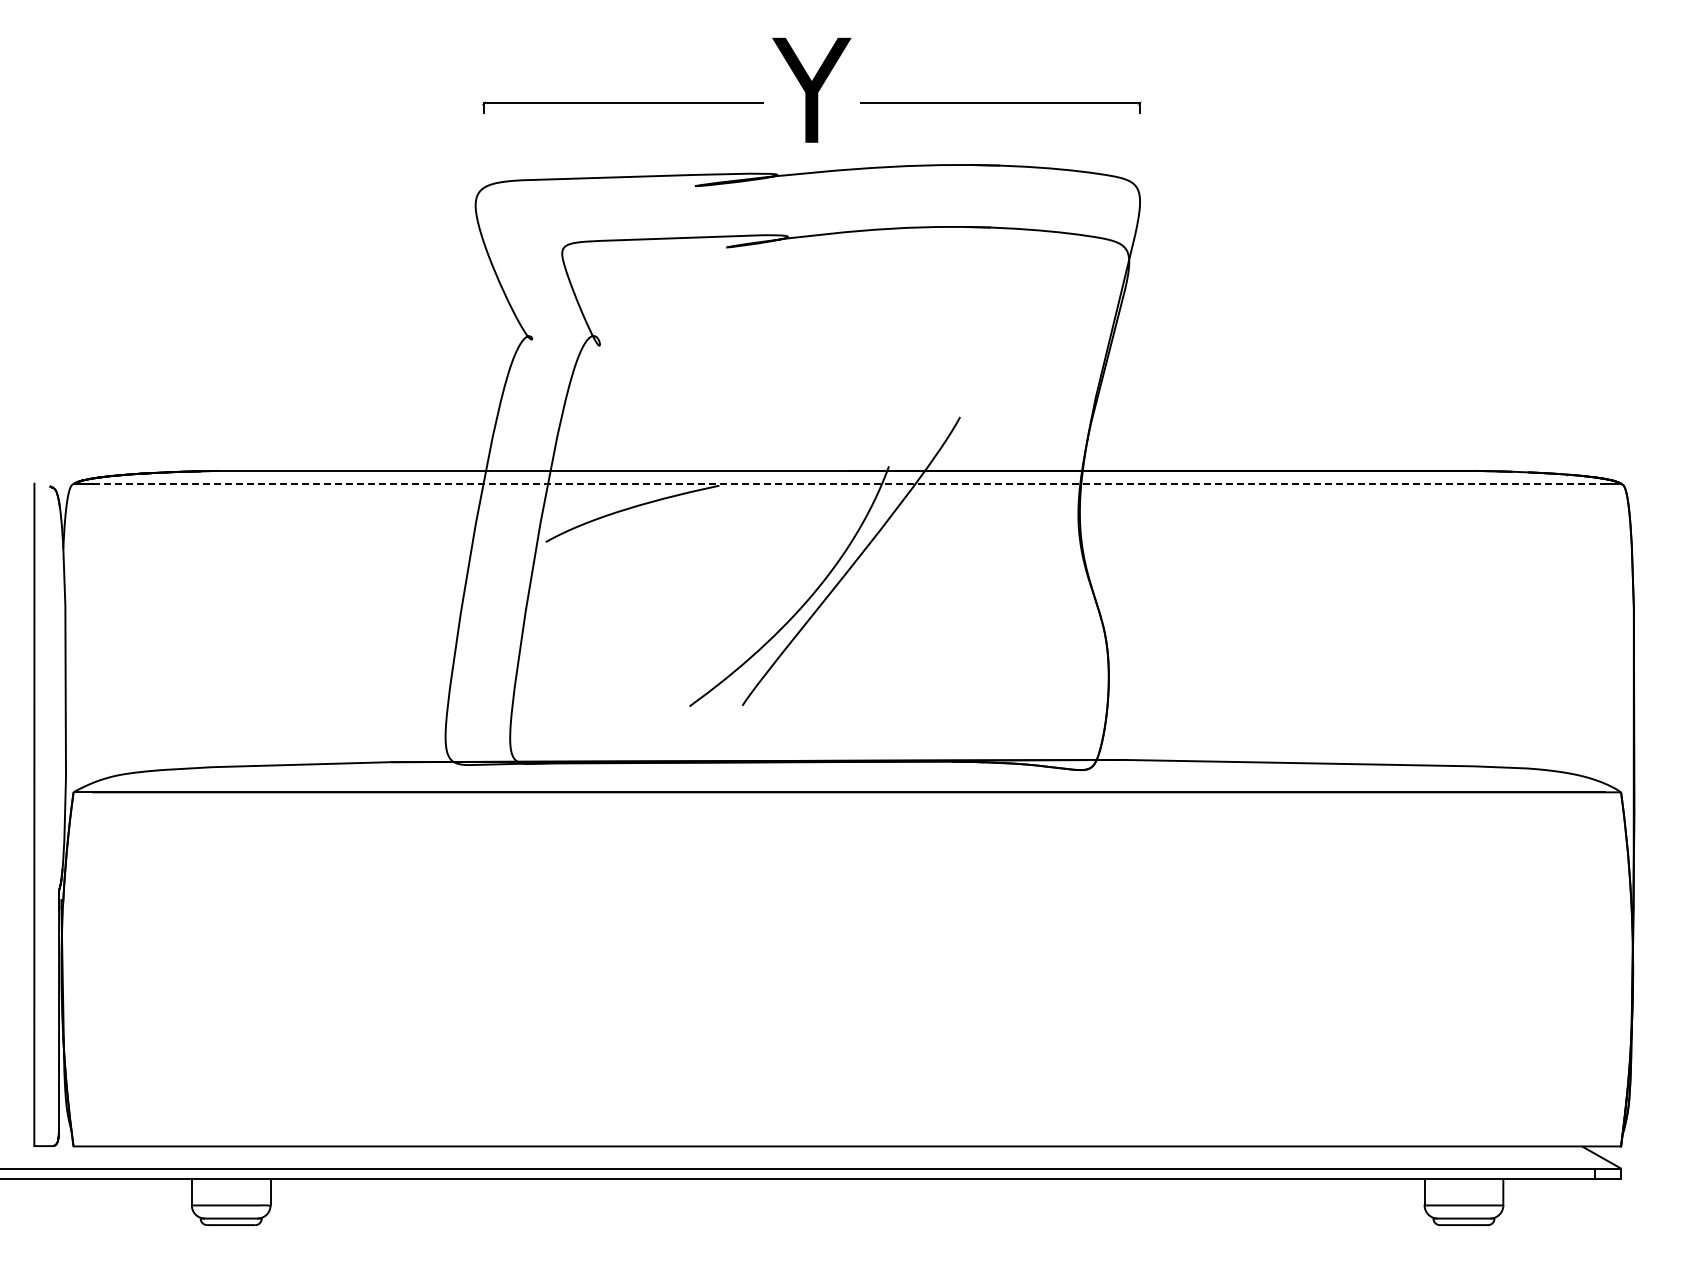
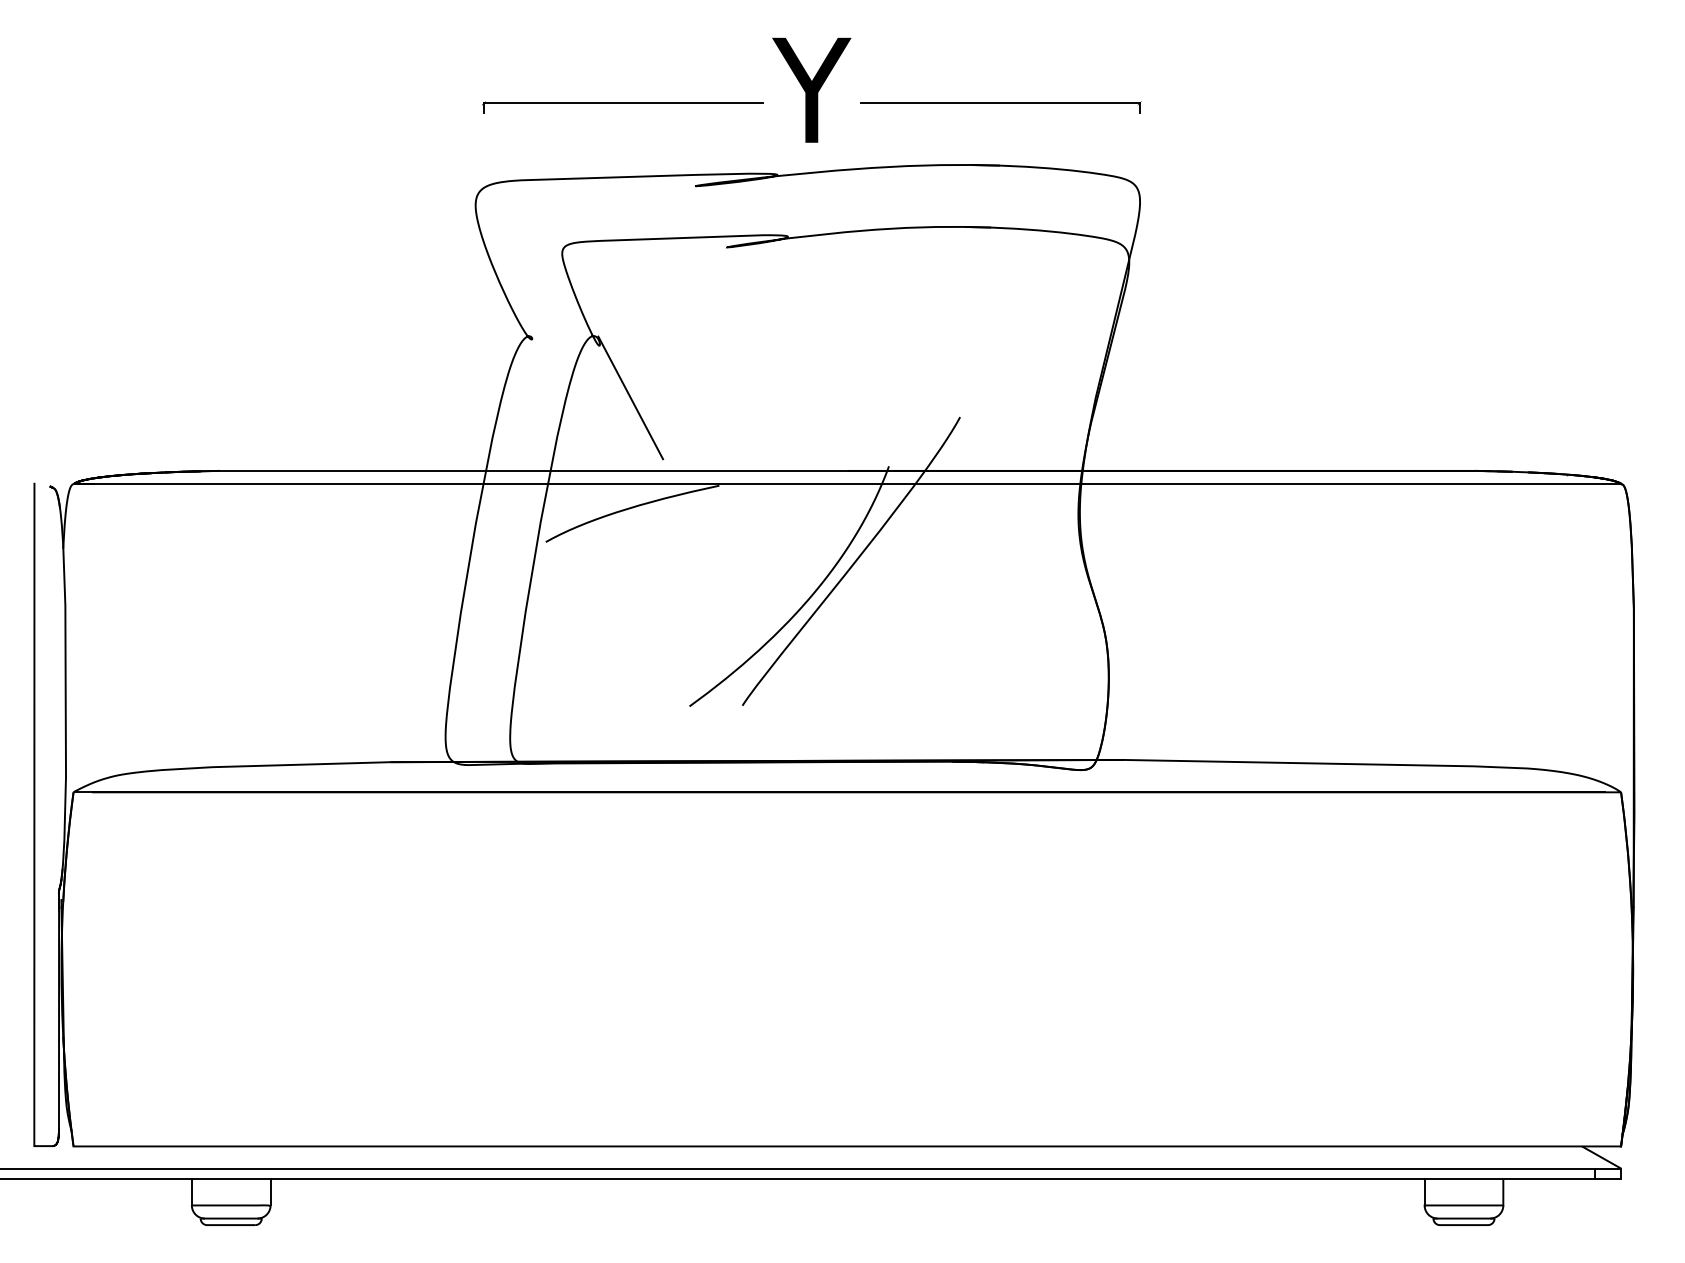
line at (630, 397): none -> present
line at (847, 484): dashed -> solid
